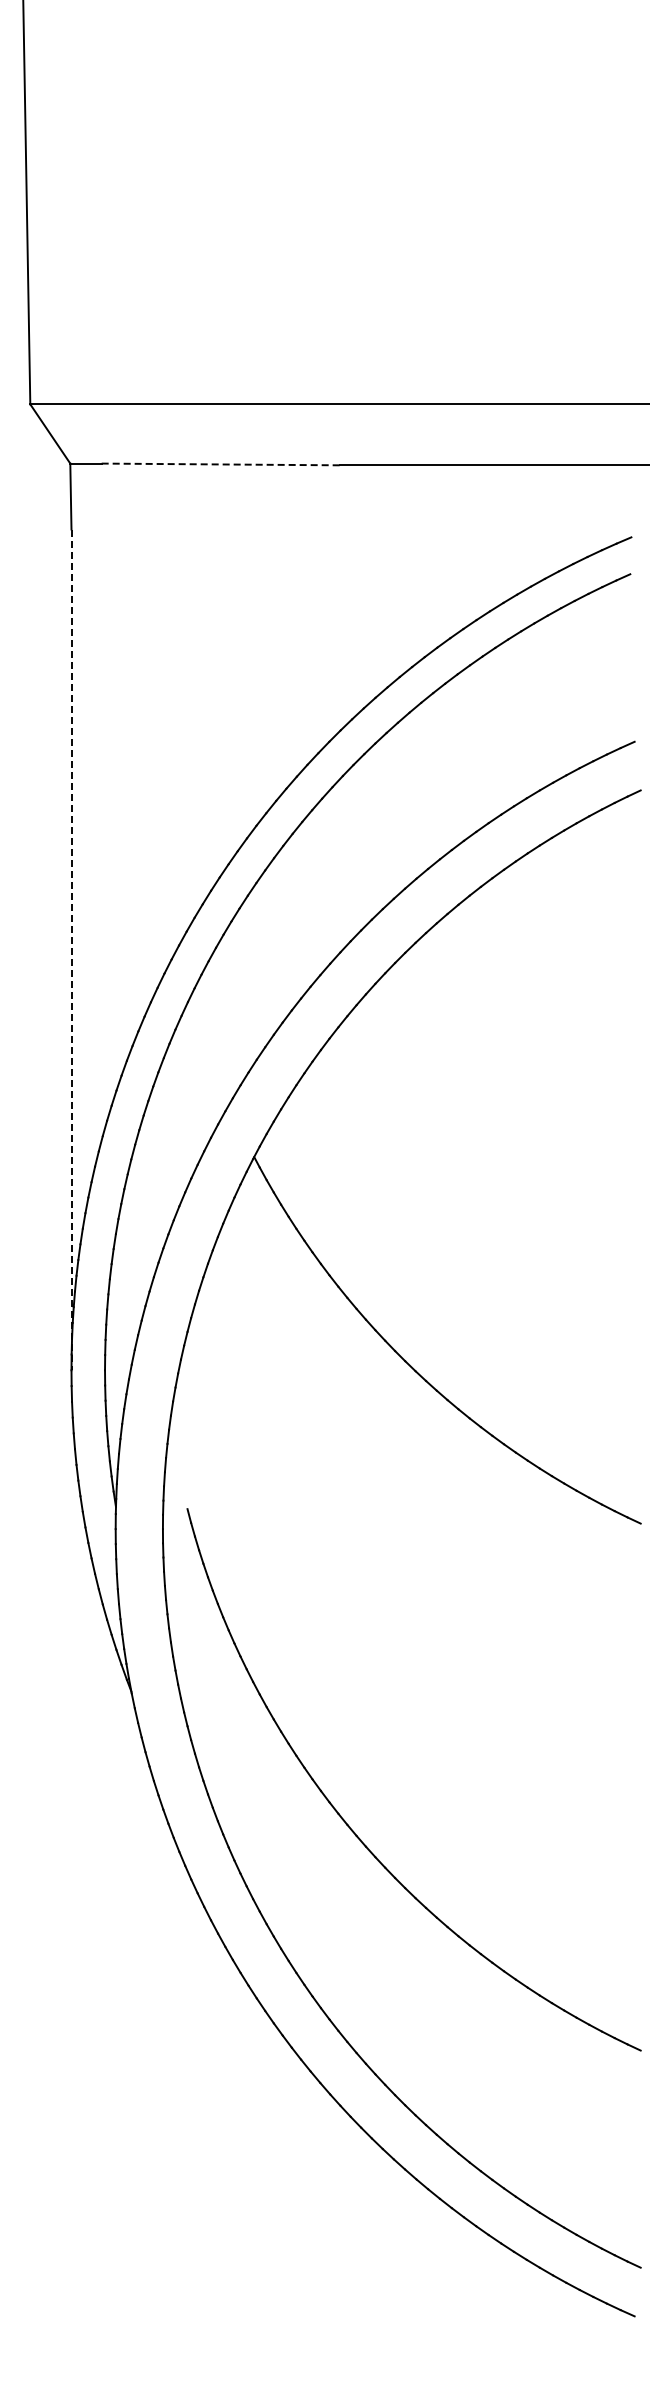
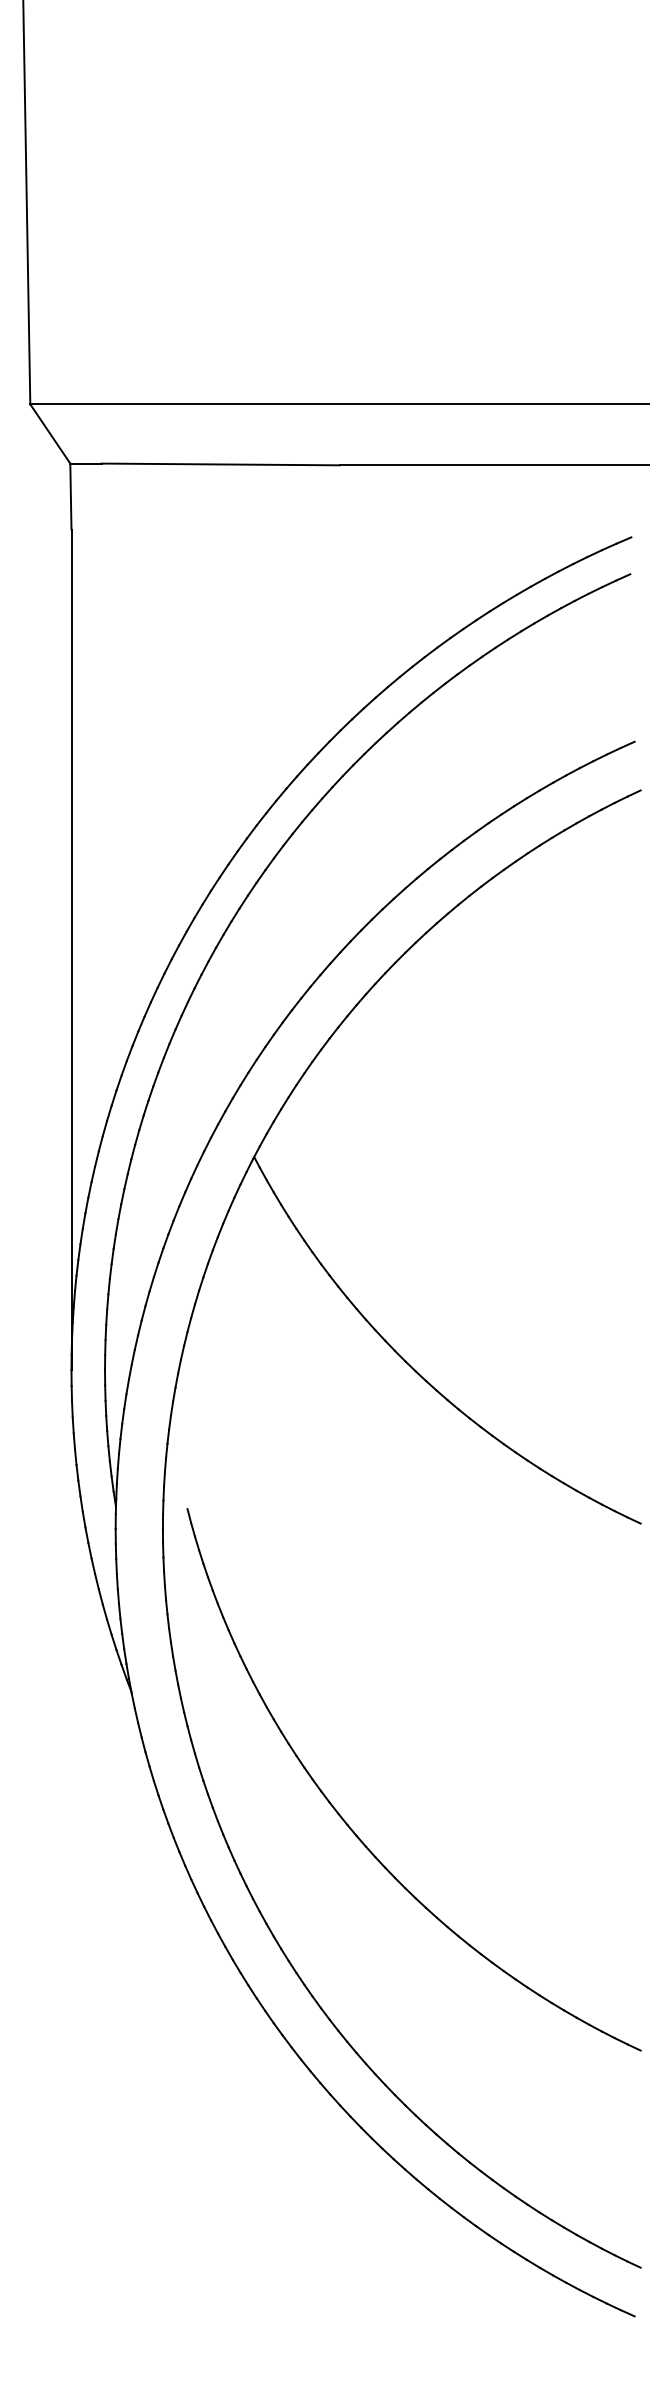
line at (221, 464): dashed -> solid
line at (71, 950): dashed -> solid
